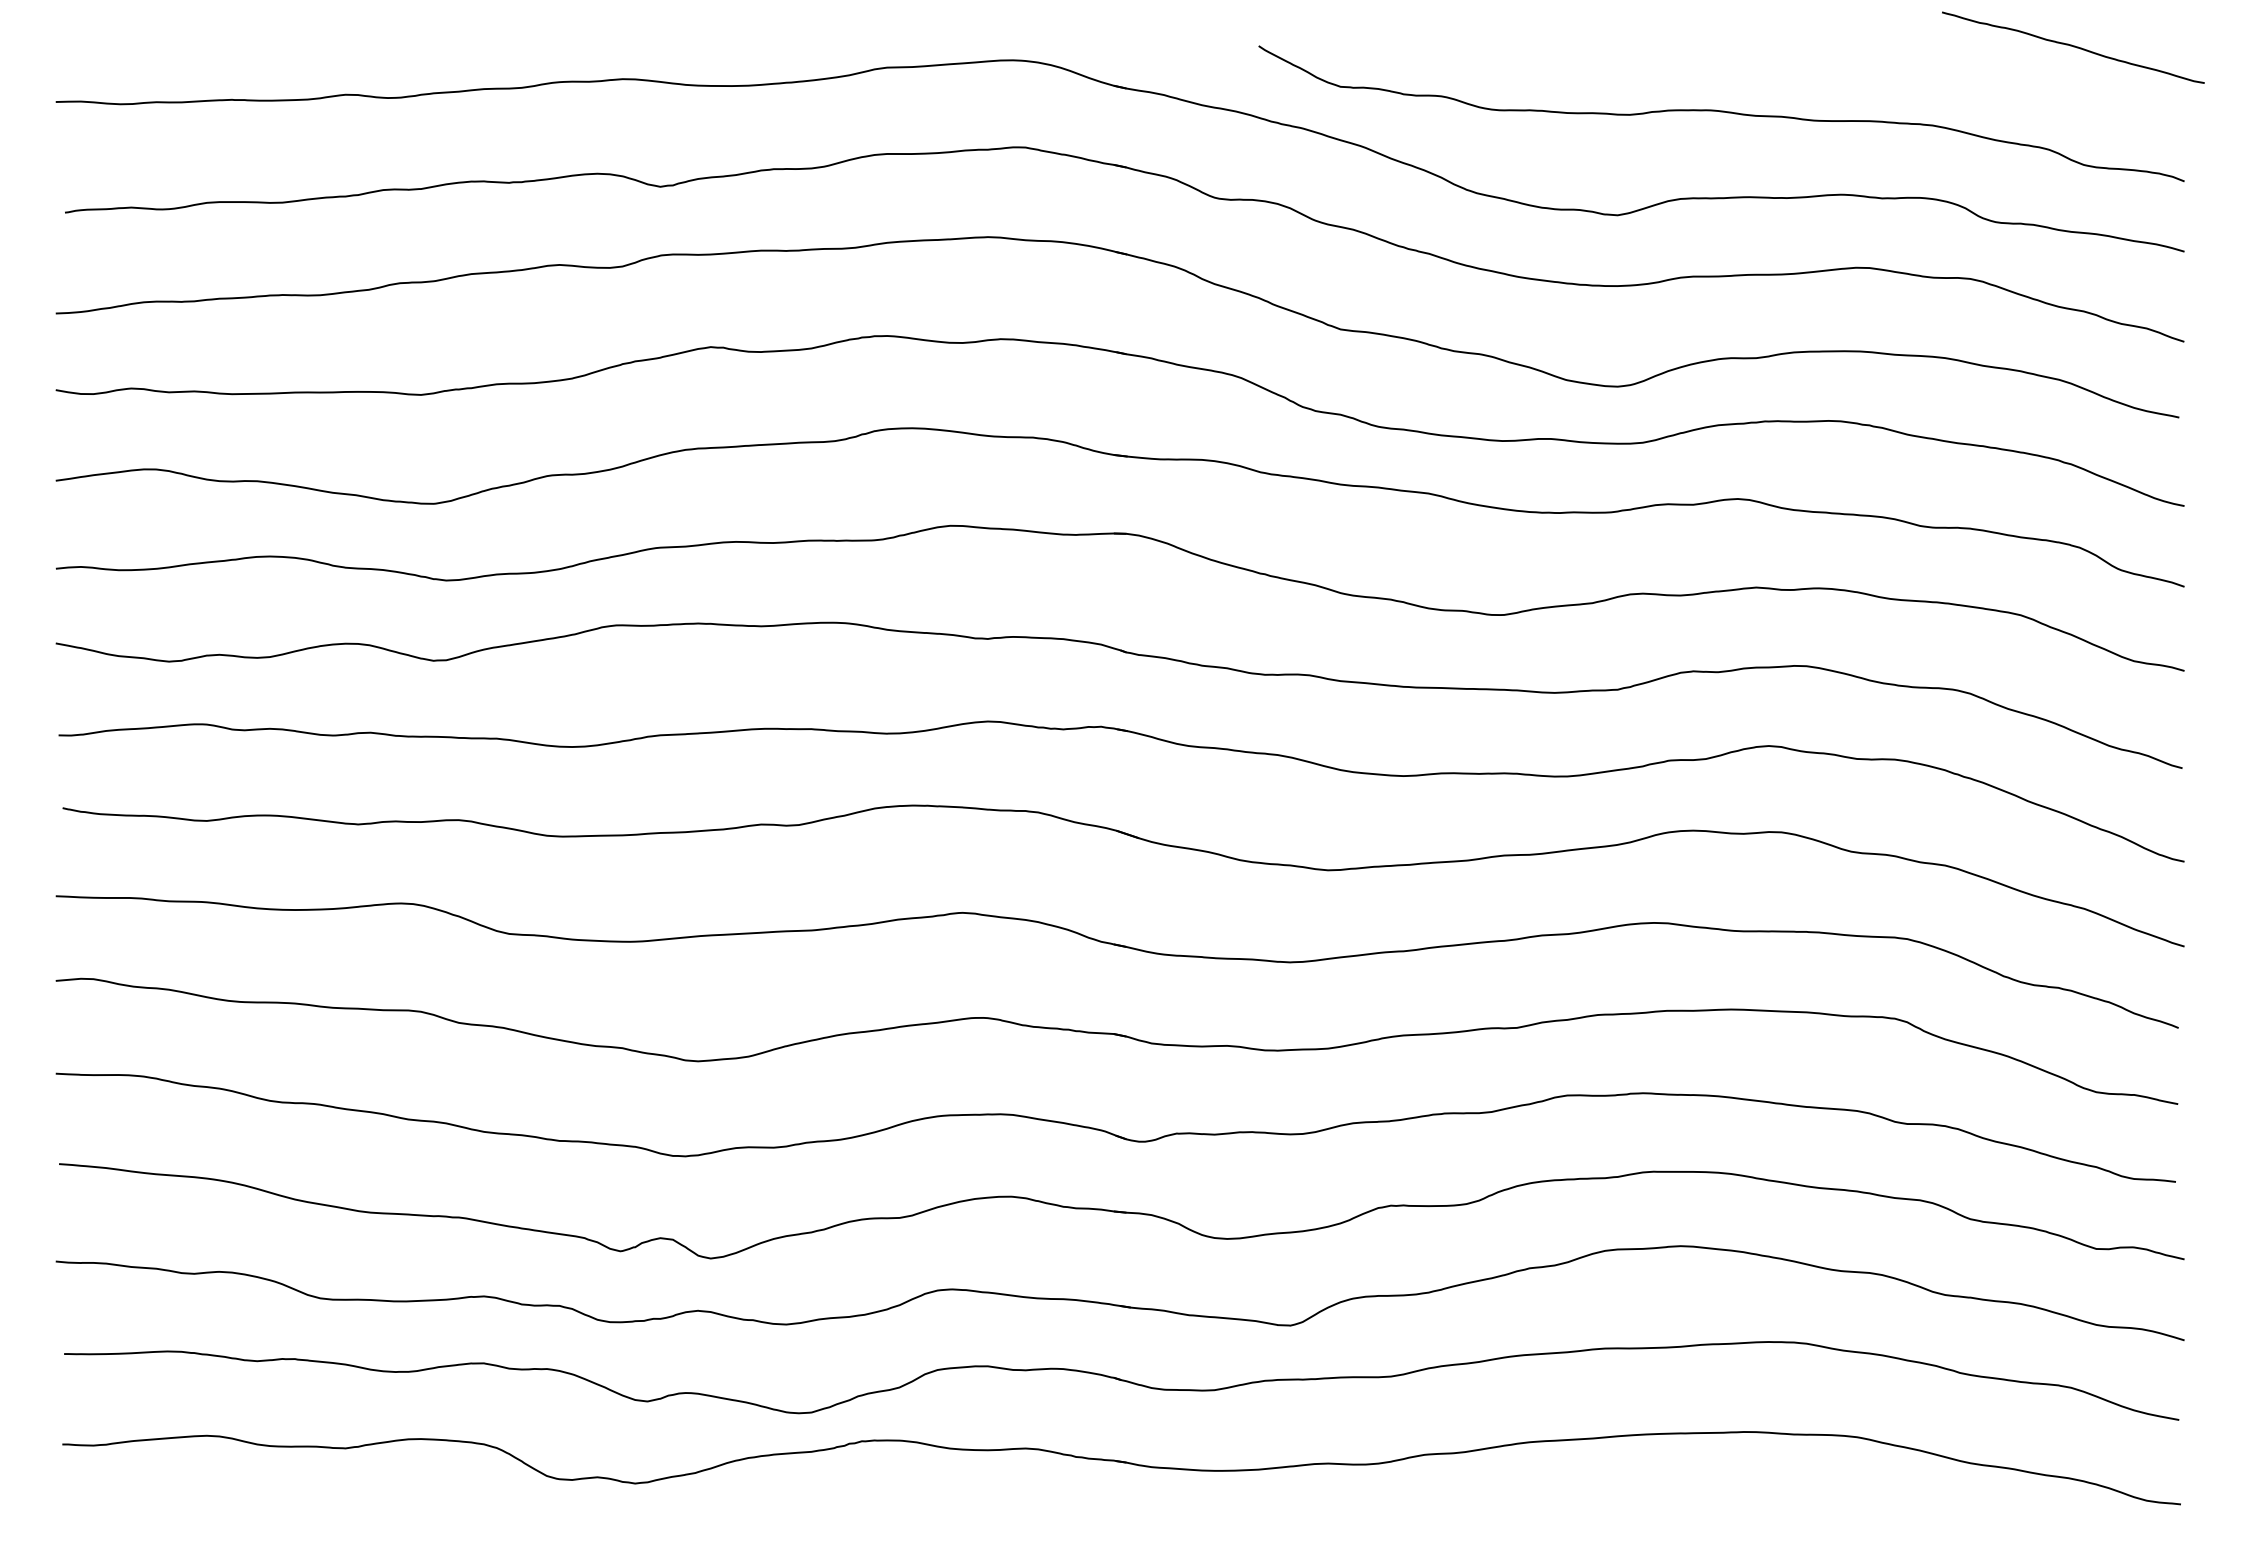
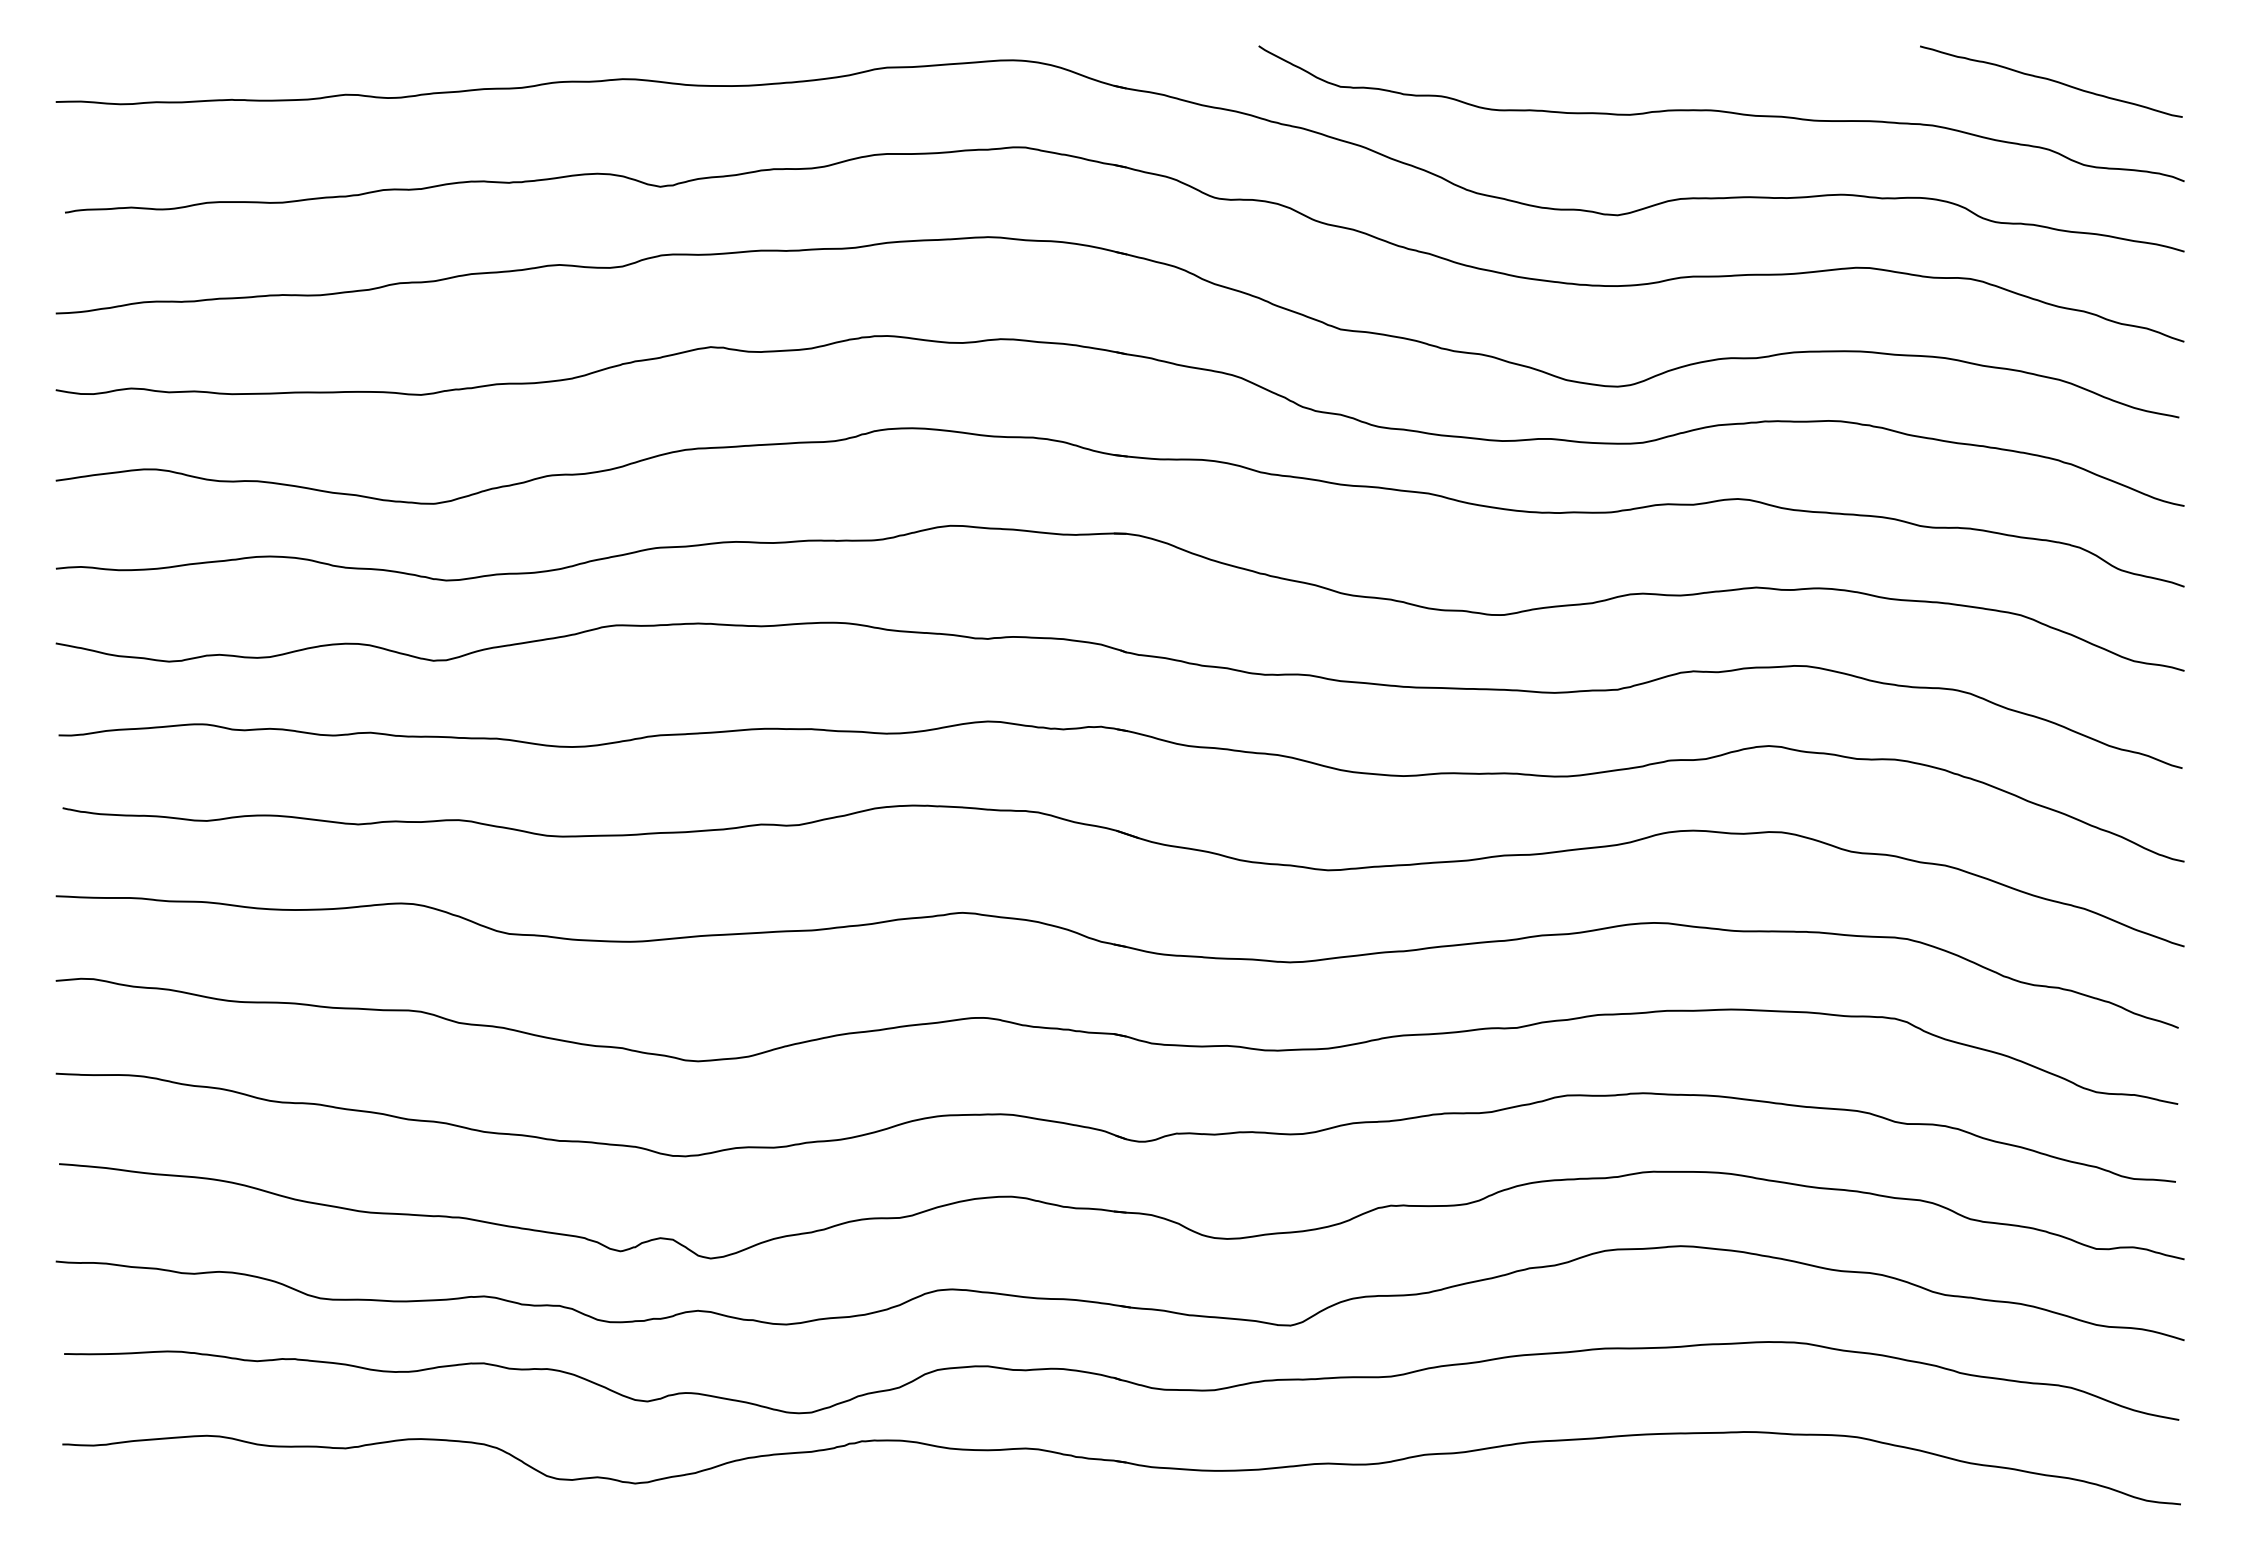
curve at (2073, 47) position: (2073, 47) -> (2051, 81)
